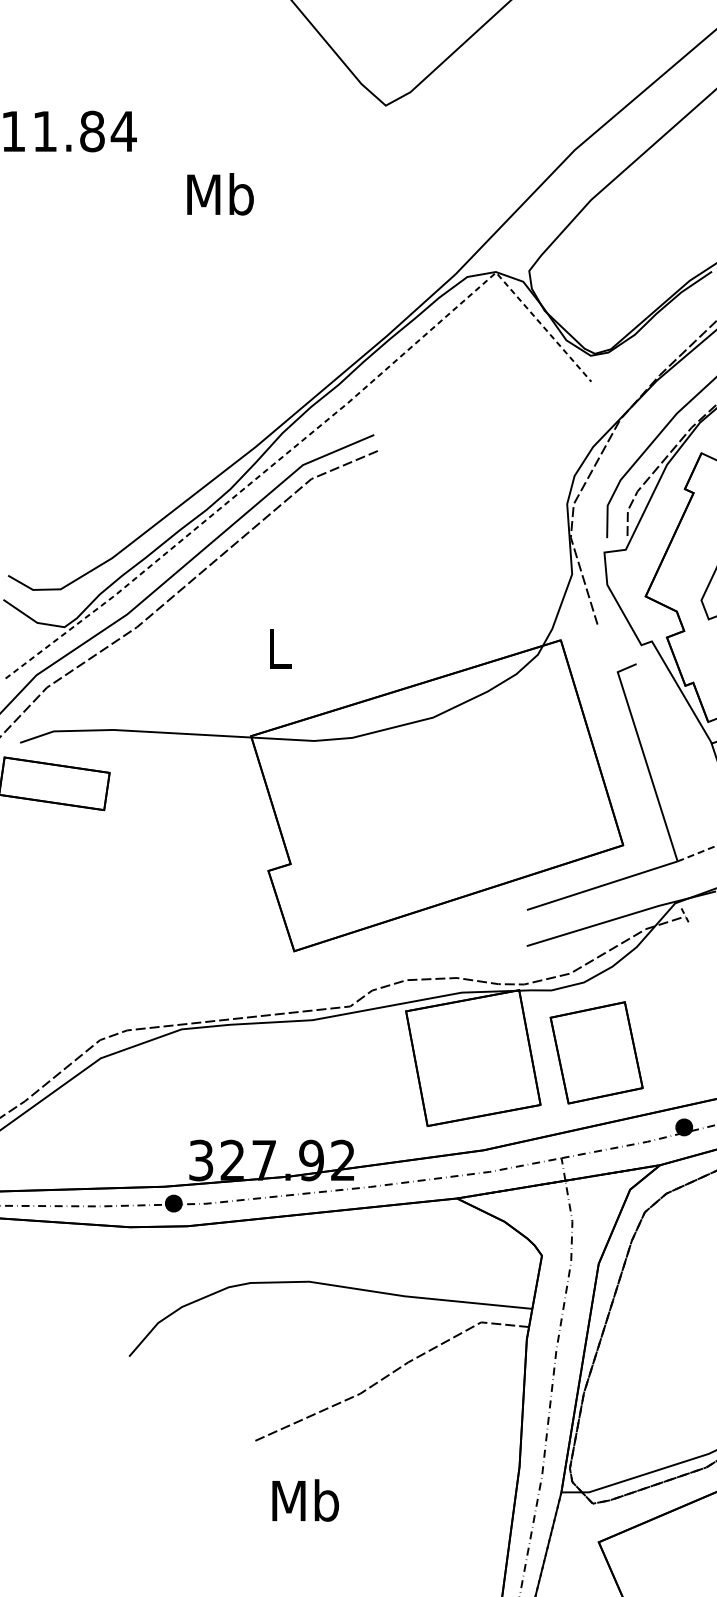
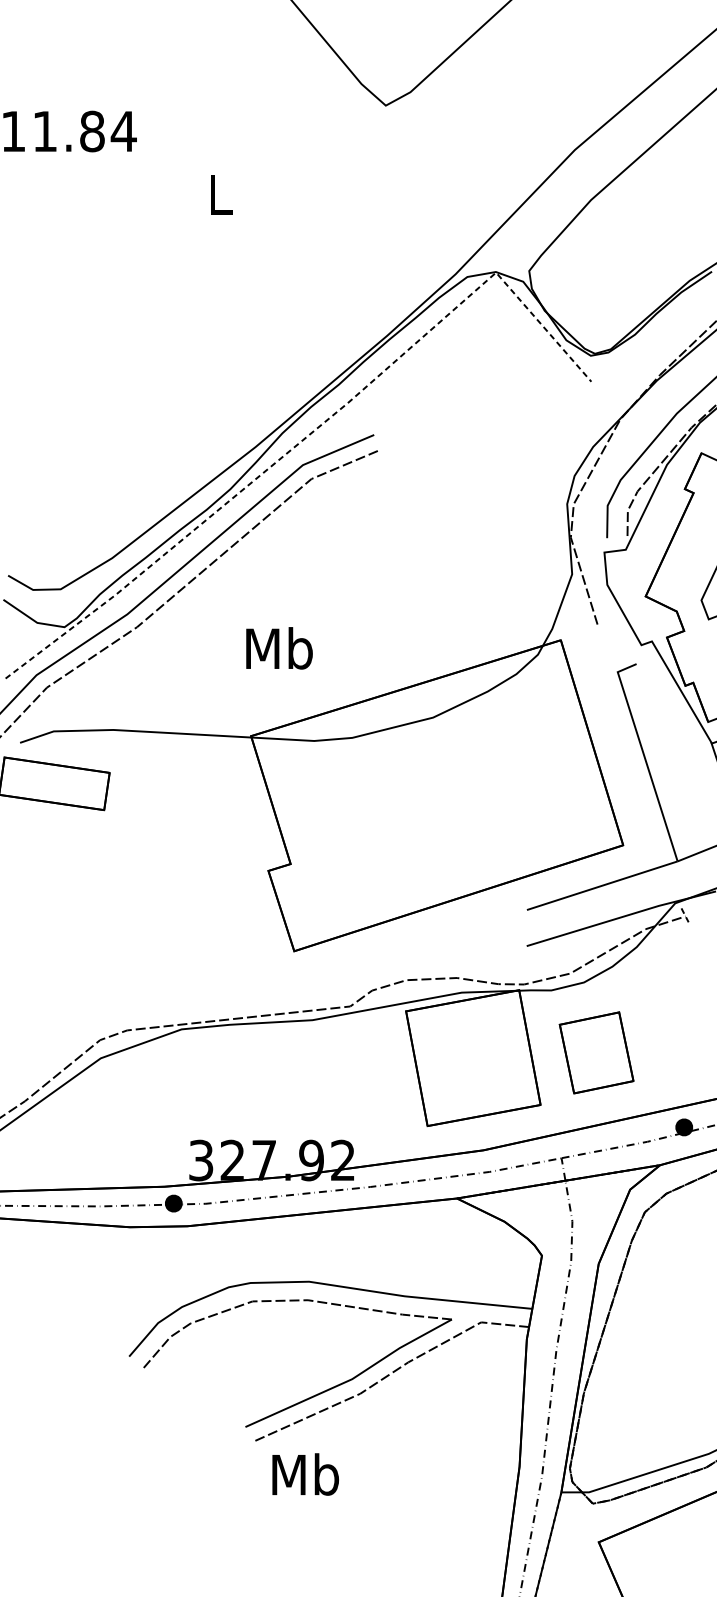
text at (220, 194): Mb -> L
text at (279, 648): L -> Mb
line at (697, 853): dashed -> solid
part at (596, 1052) size: 95x104 px -> 77x84 px
part at (310, 1396): none -> present
text at (305, 1500) position: (305, 1500) -> (305, 1474)
